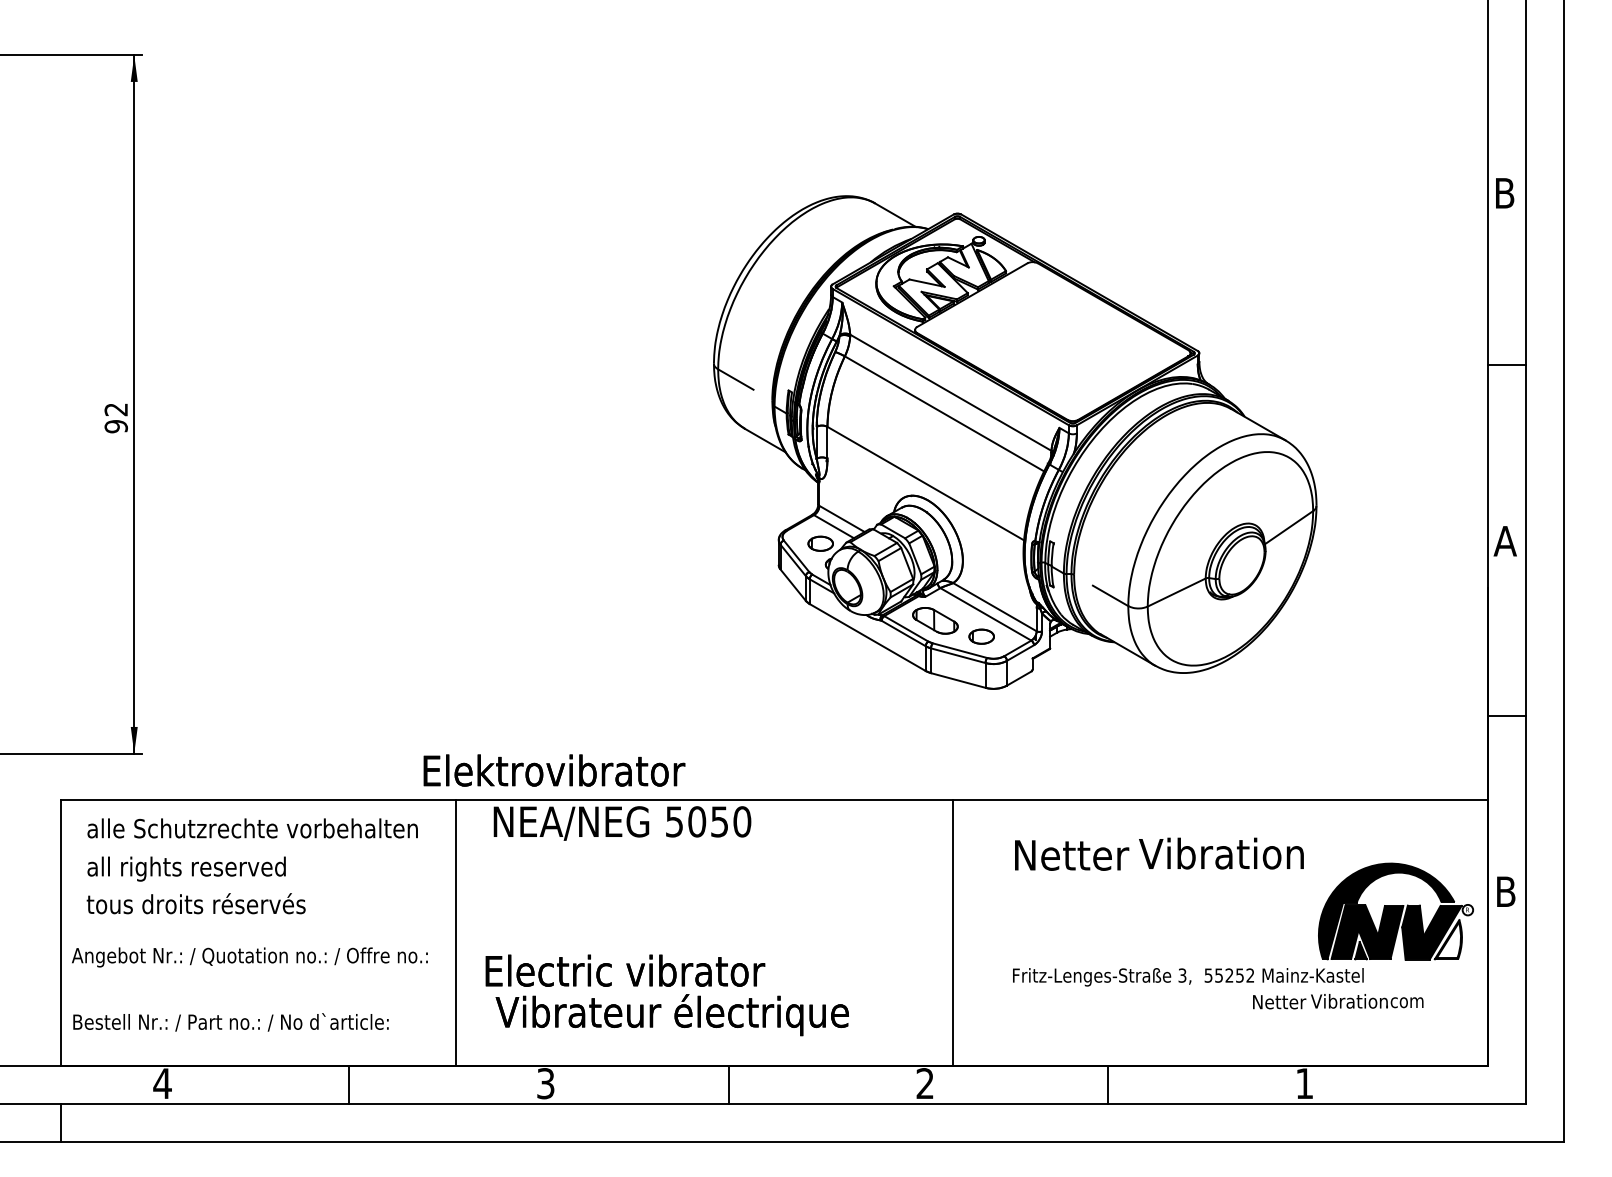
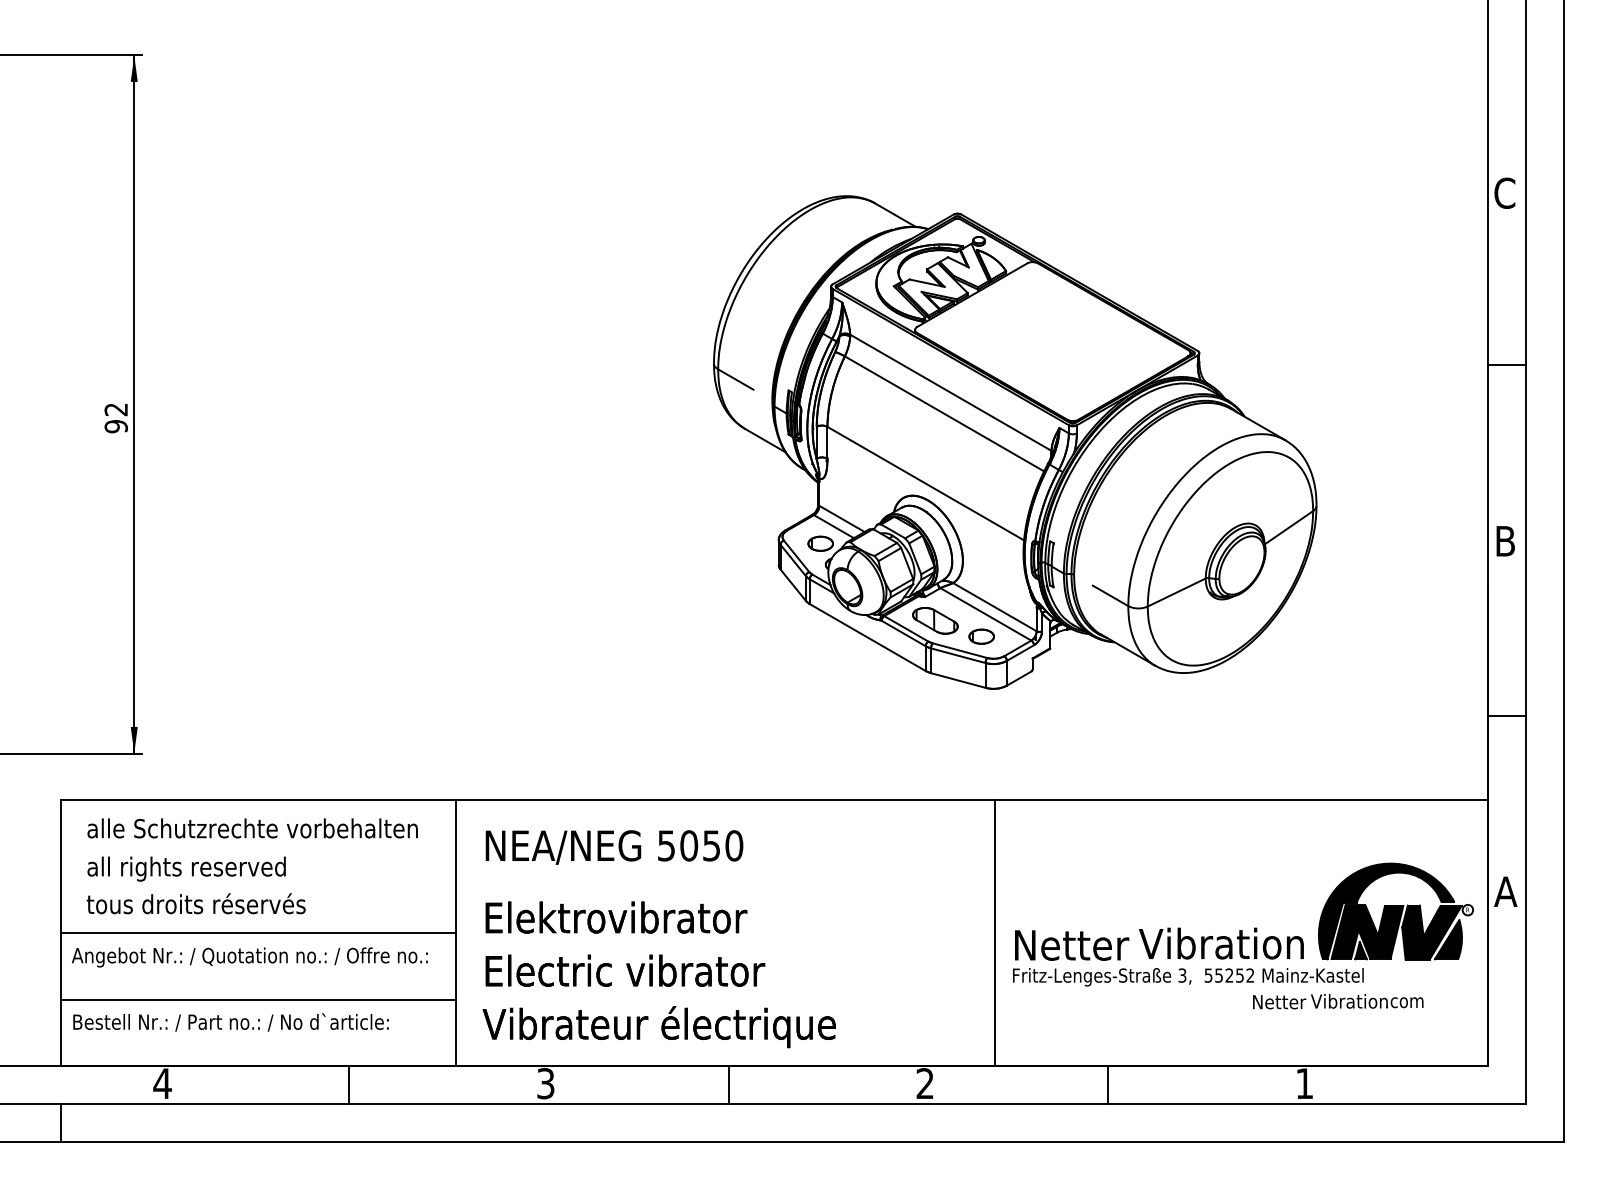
text at (1504, 192): B -> C
text at (1504, 541): A -> B
text at (554, 770) position: (554, 770) -> (616, 917)
text at (622, 823) position: (622, 823) -> (614, 847)
text at (1159, 853) position: (1159, 853) -> (1159, 943)
text at (1505, 891): B -> A
line at (952, 932) position: (952, 932) -> (994, 932)
line at (258, 933): none -> present
fill at (1448, 940): none -> present
line at (258, 999): none -> present
text at (671, 1015) position: (671, 1015) -> (658, 1027)
